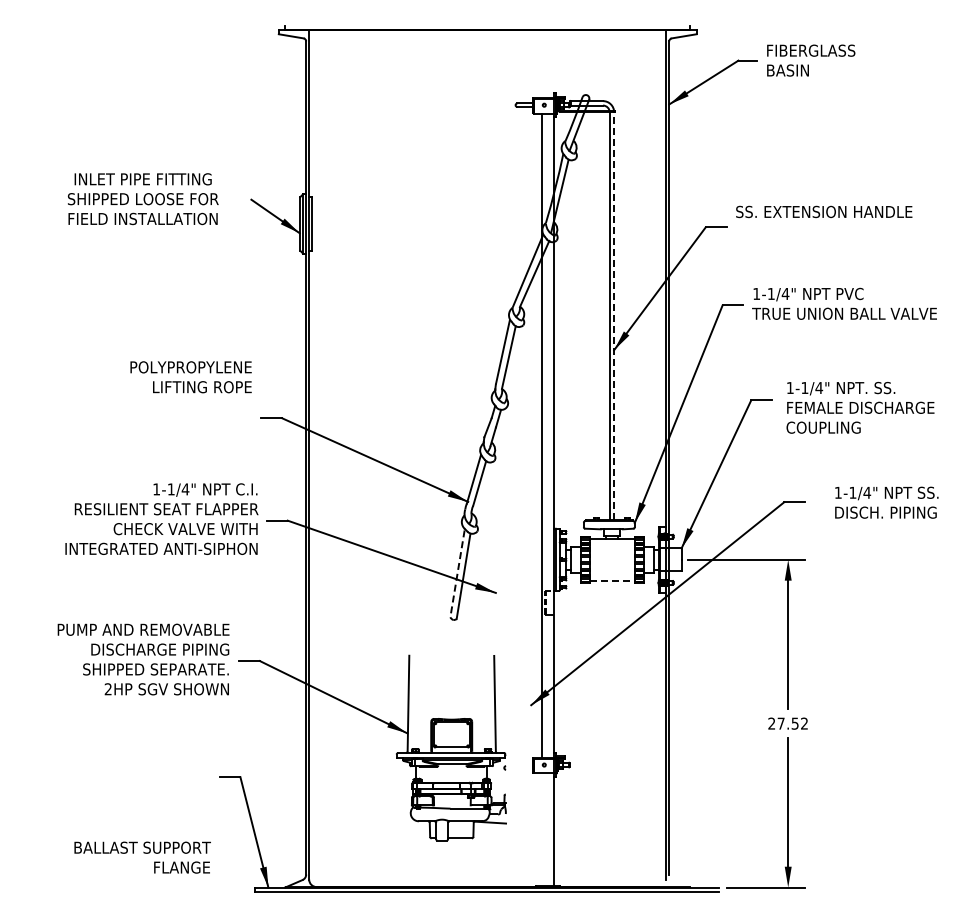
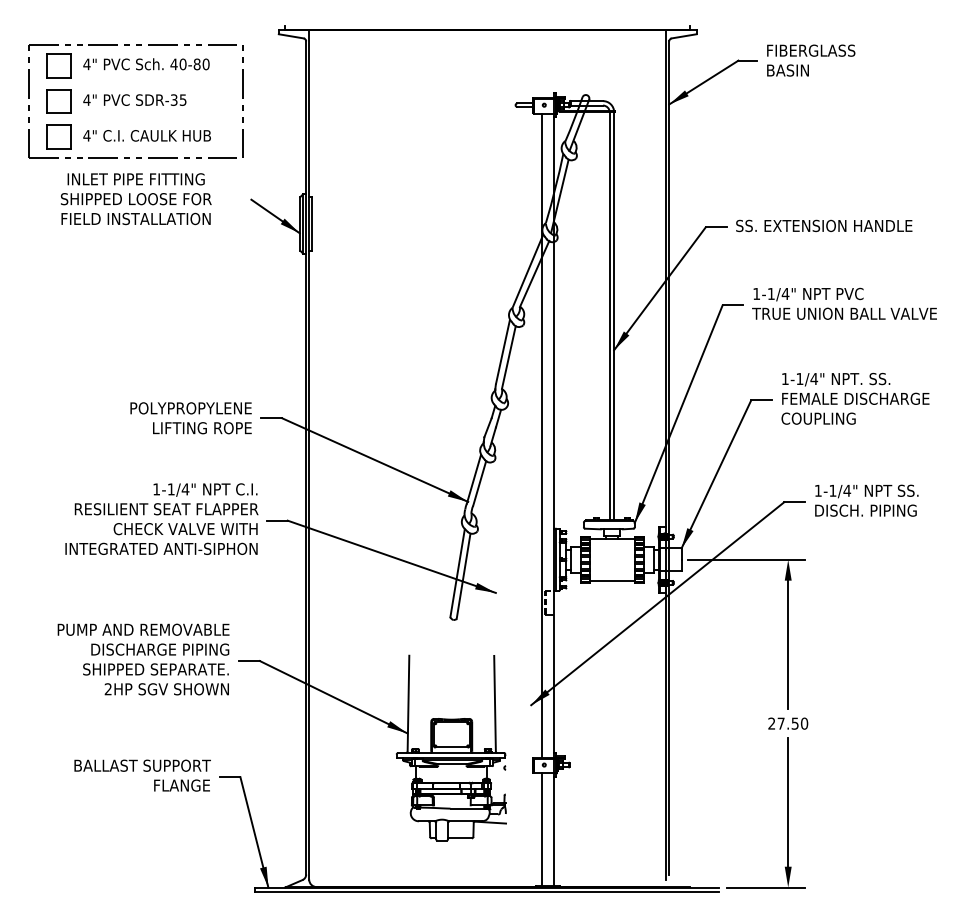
part at (135, 101): none -> present
text at (143, 199) position: (143, 199) -> (136, 199)
text at (824, 211) position: (824, 211) -> (824, 225)
line at (614, 316): dashed -> solid
text at (190, 377) position: (190, 377) -> (190, 418)
text at (860, 407) position: (860, 407) -> (855, 398)
text at (886, 502) position: (886, 502) -> (866, 500)
line at (457, 574): dashed -> solid
line at (613, 580): dashed -> solid
text at (804, 723): 27.52 -> 27.50
line at (541, 829): none -> present
text at (142, 857) position: (142, 857) -> (142, 775)
